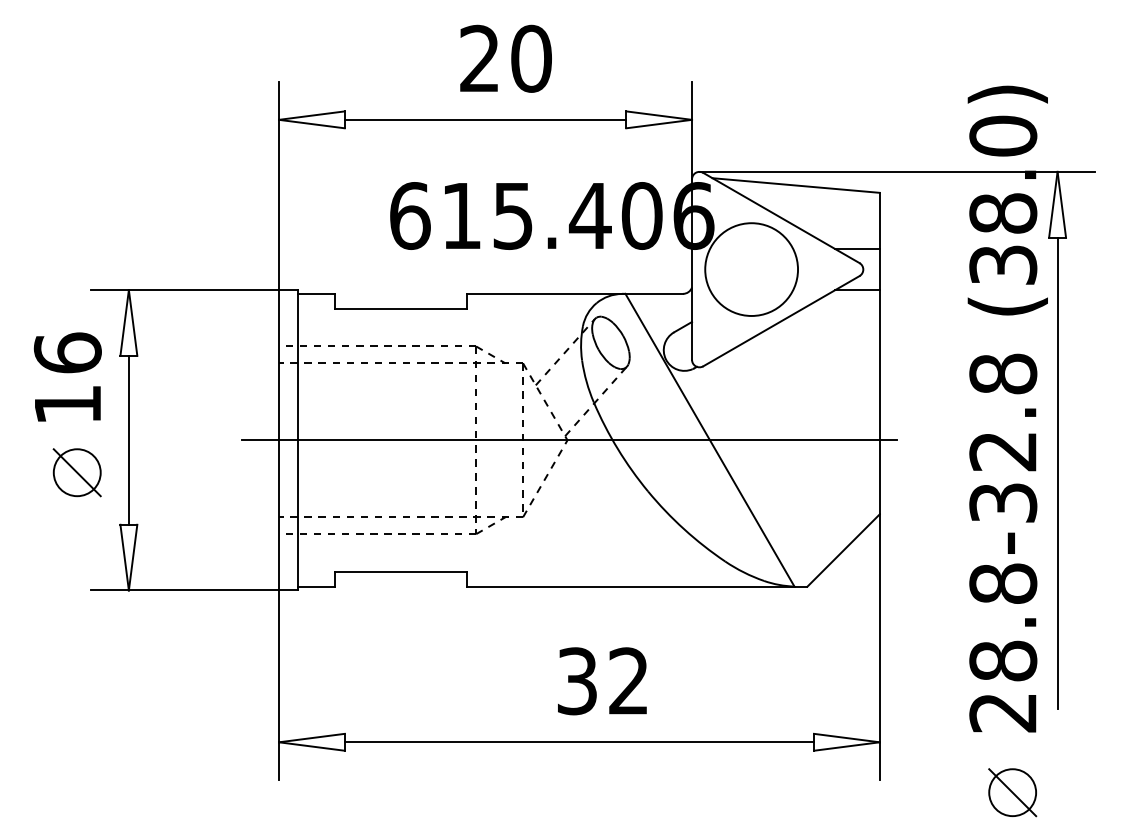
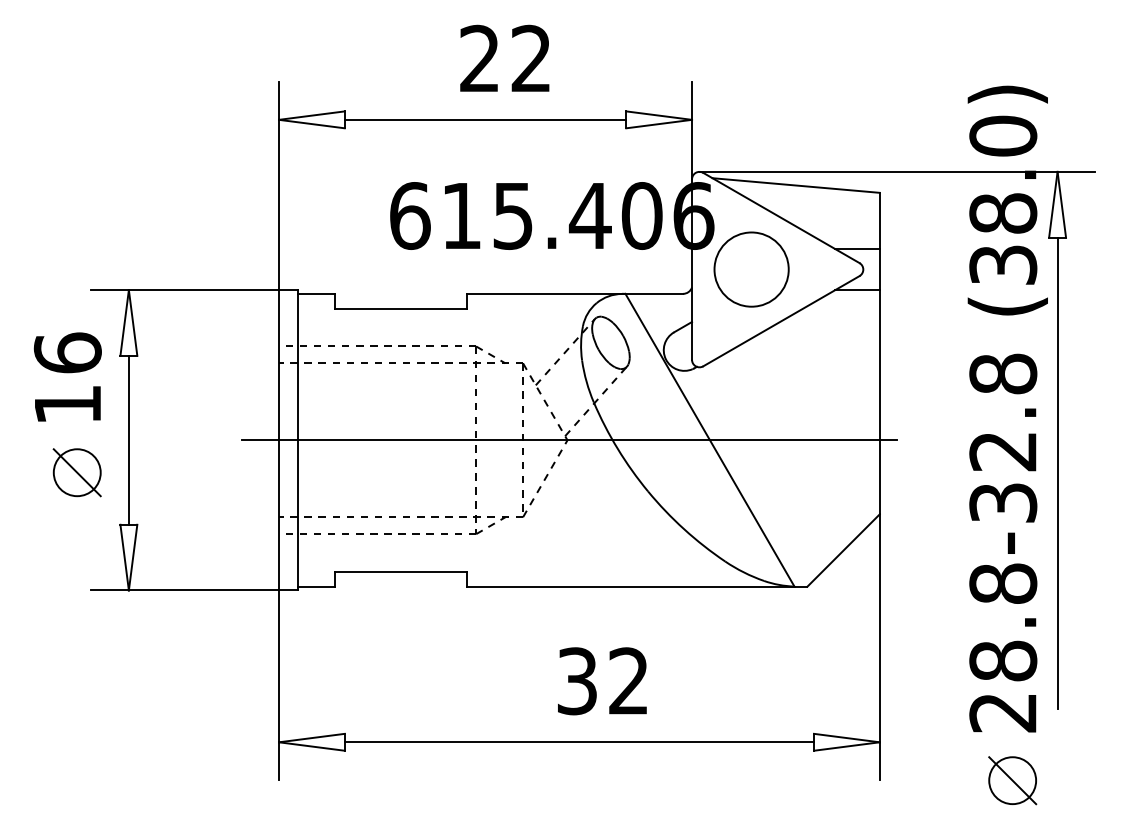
text at (531, 58): 20 -> 22
circle at (751, 269) diameter: 93 px -> 74 px
part at (1012, 792) position: (1012, 792) -> (1012, 780)
